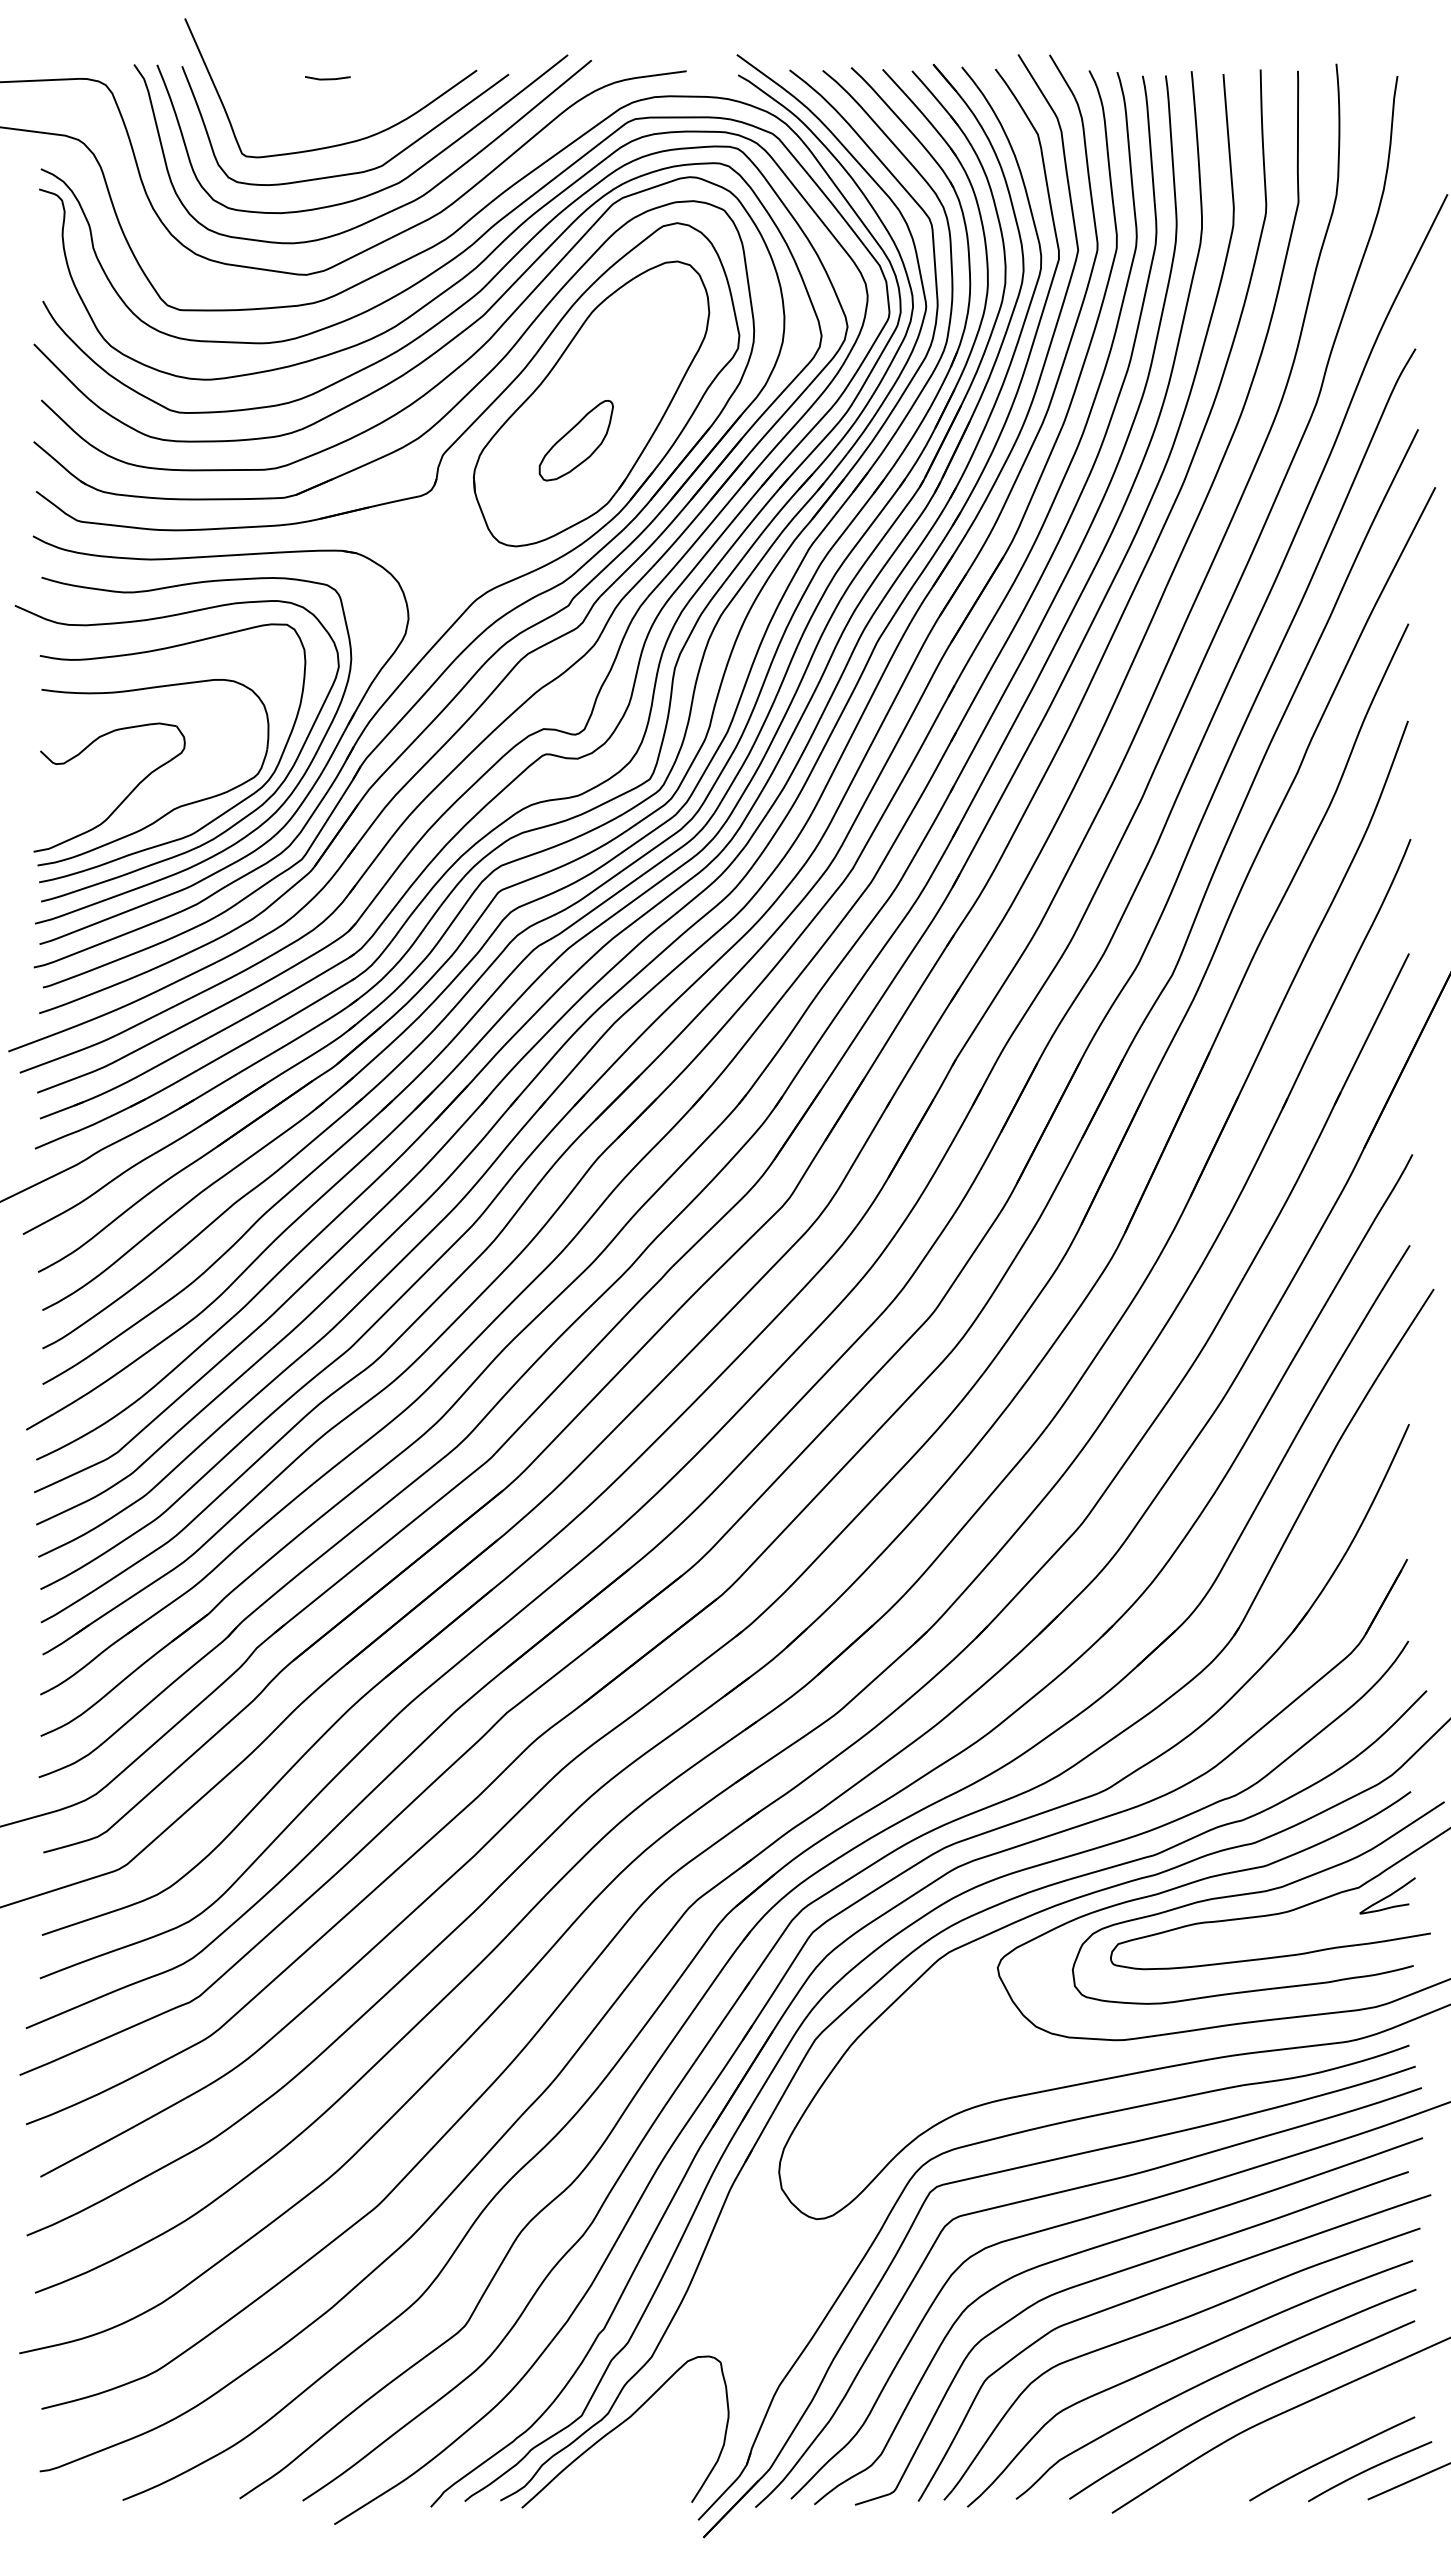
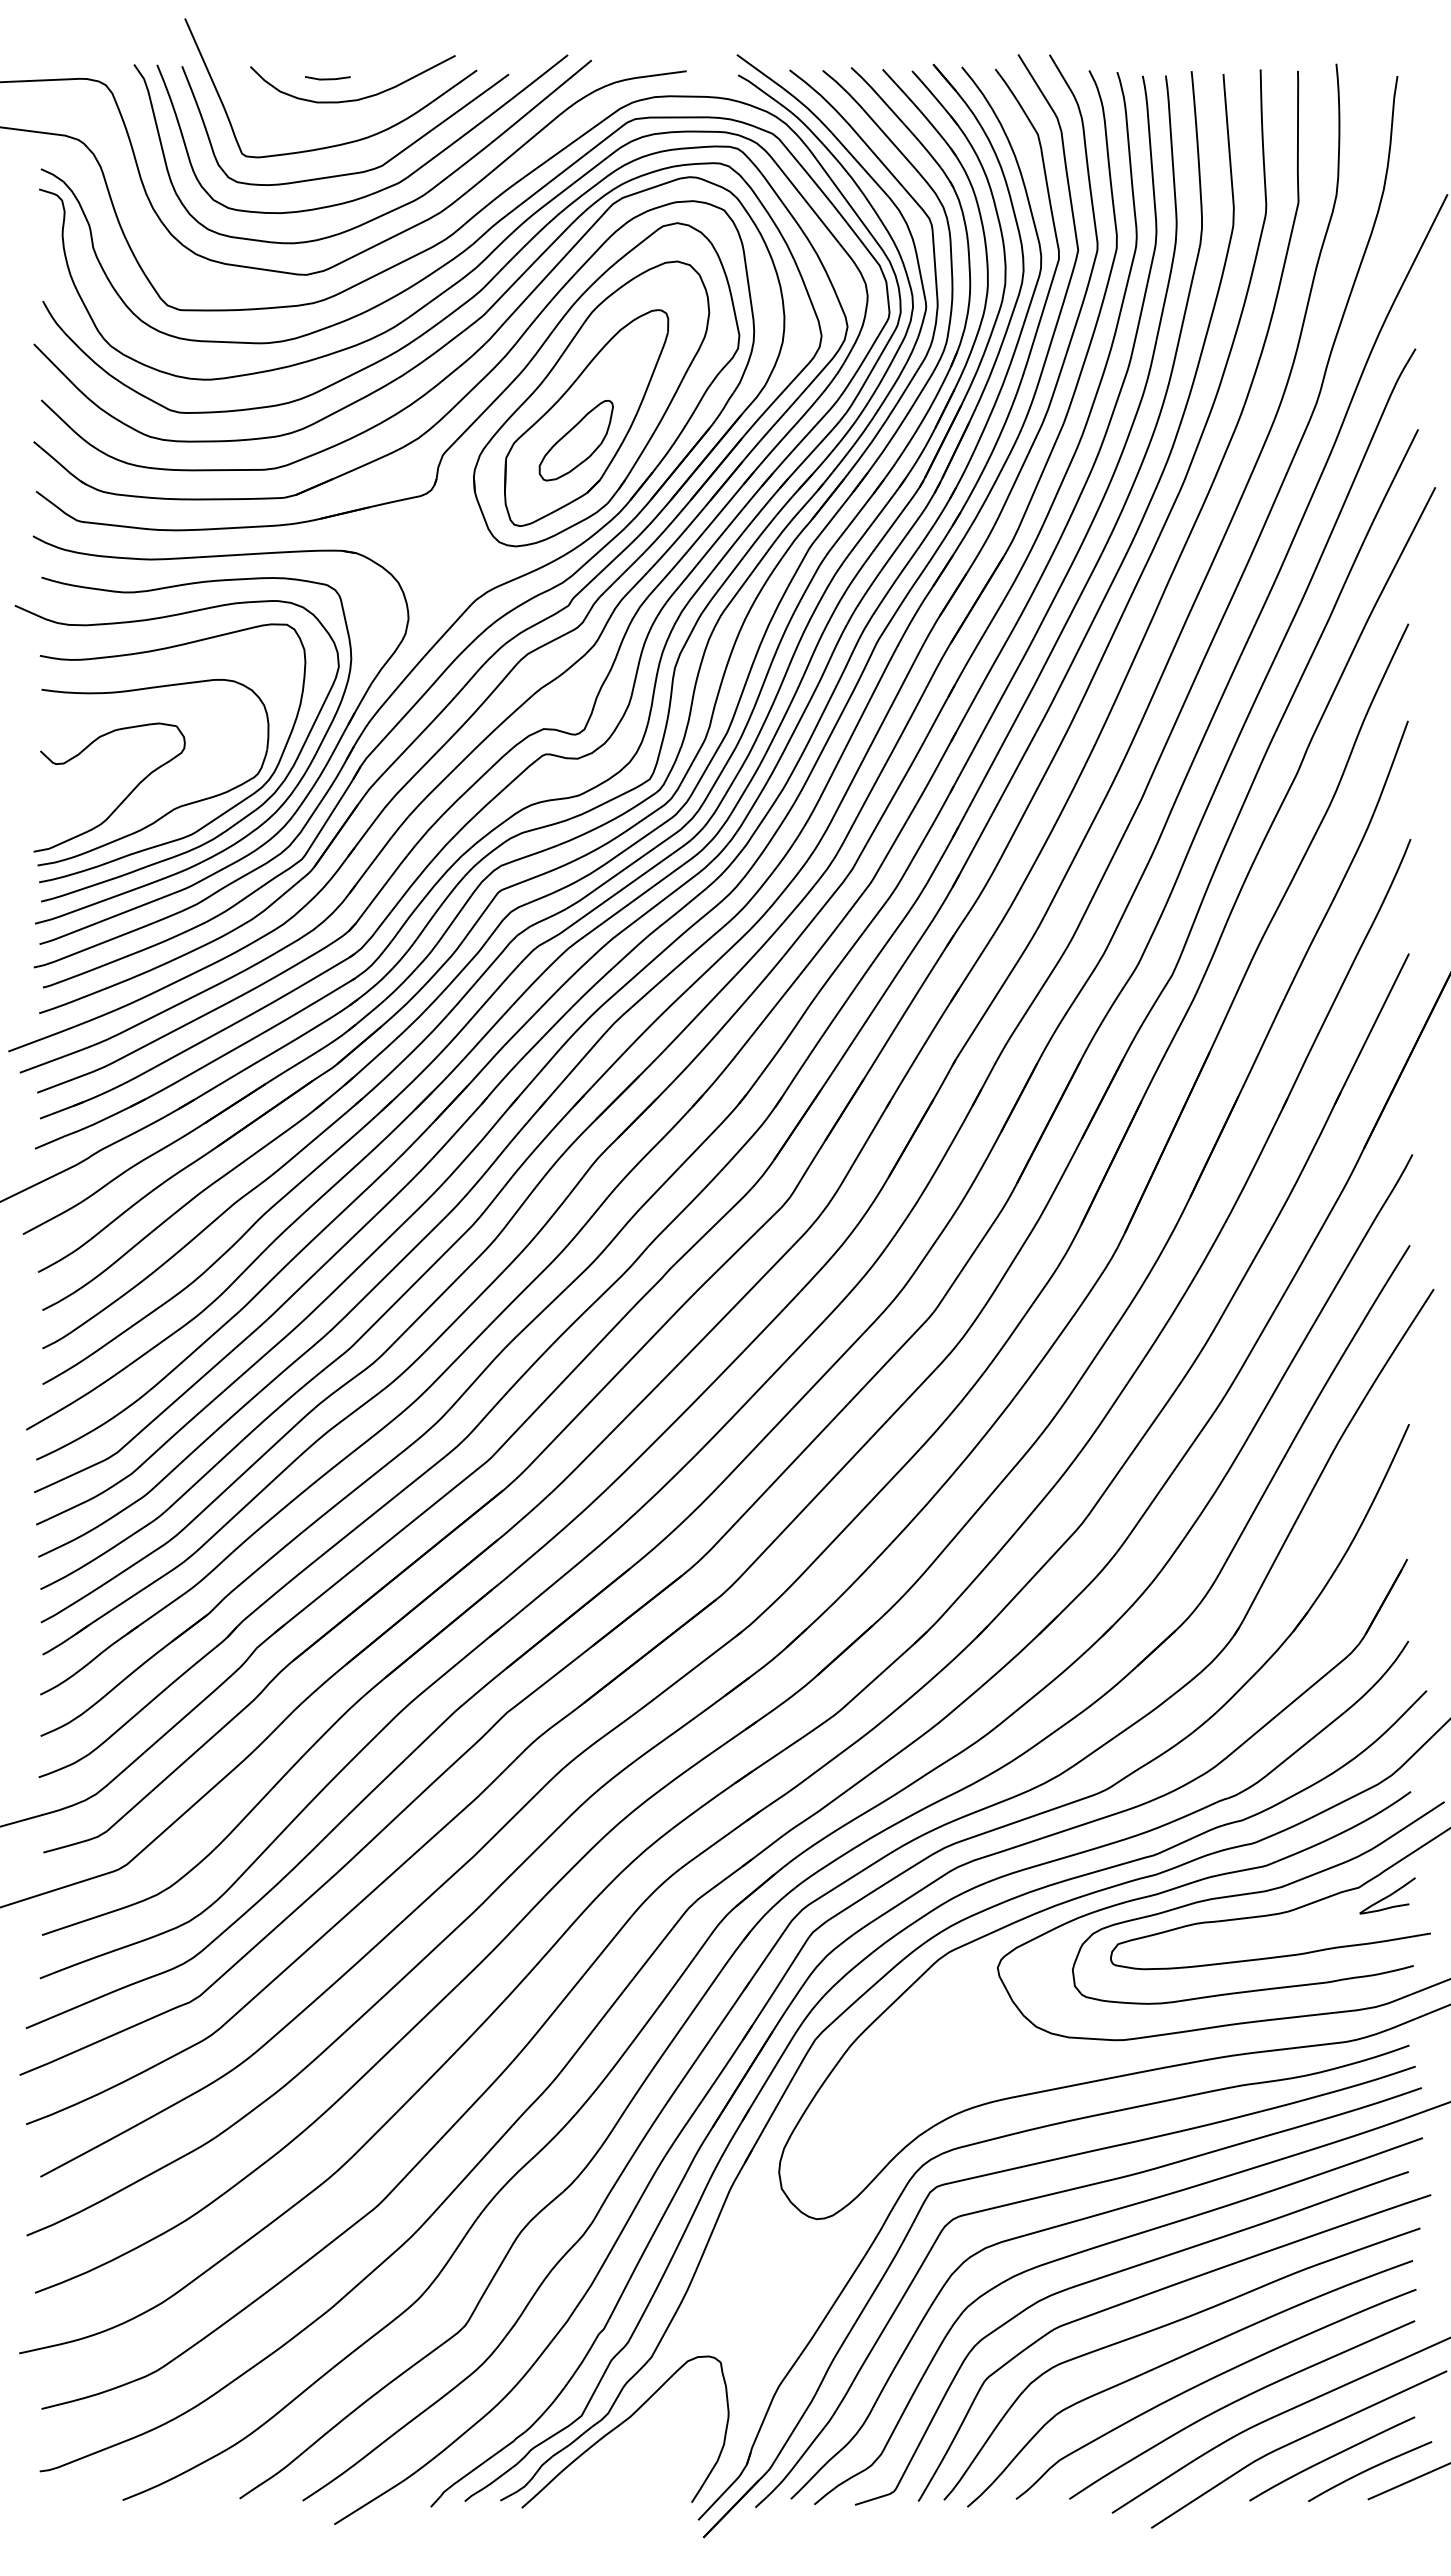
curve at (358, 98): none -> present
part at (586, 417): none -> present
curve at (1295, 2442): none -> present
